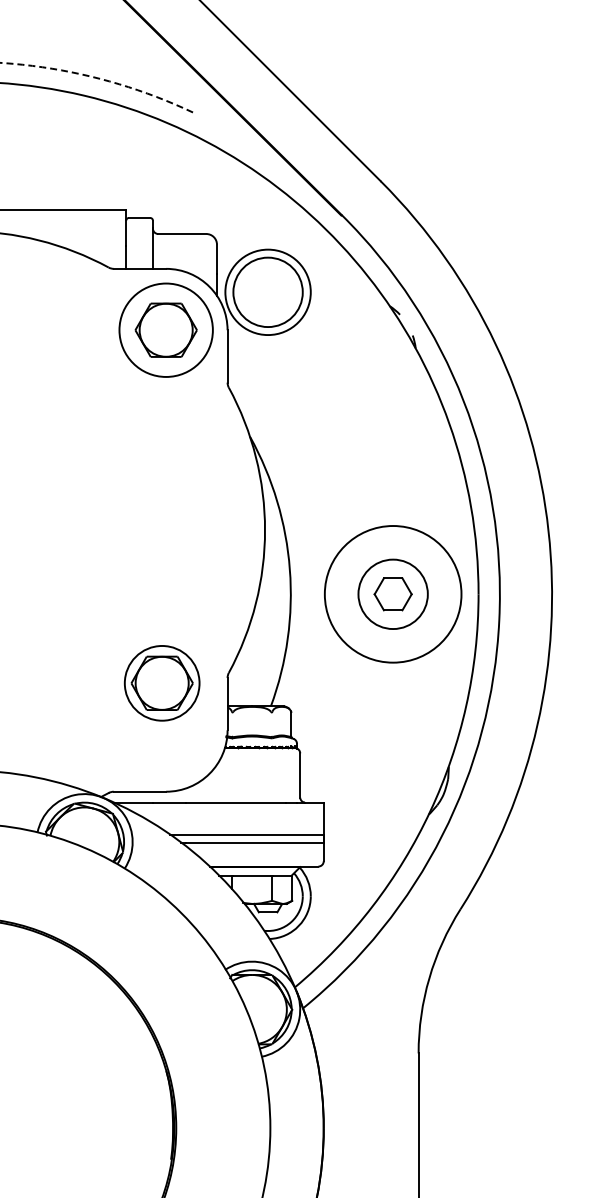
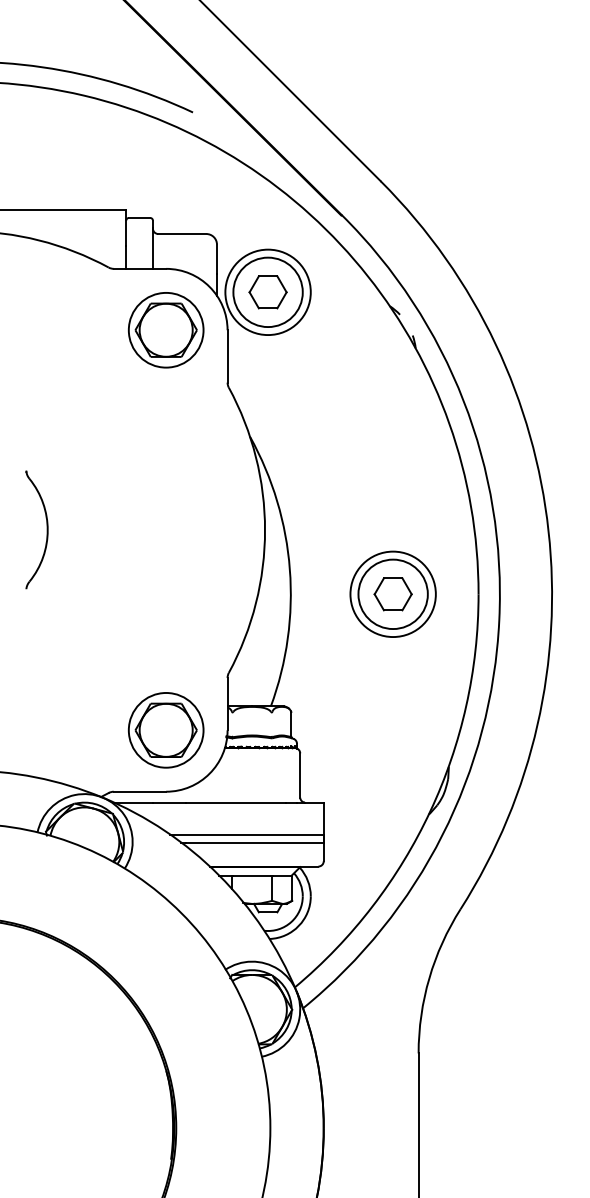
arc at (98, 78): dashed -> solid
part at (267, 292): none -> present
circle at (165, 329) diameter: 93 px -> 75 px
part at (46, 529): none -> present
circle at (392, 594) diameter: 137 px -> 85 px
part at (161, 683) position: (161, 683) -> (165, 730)
